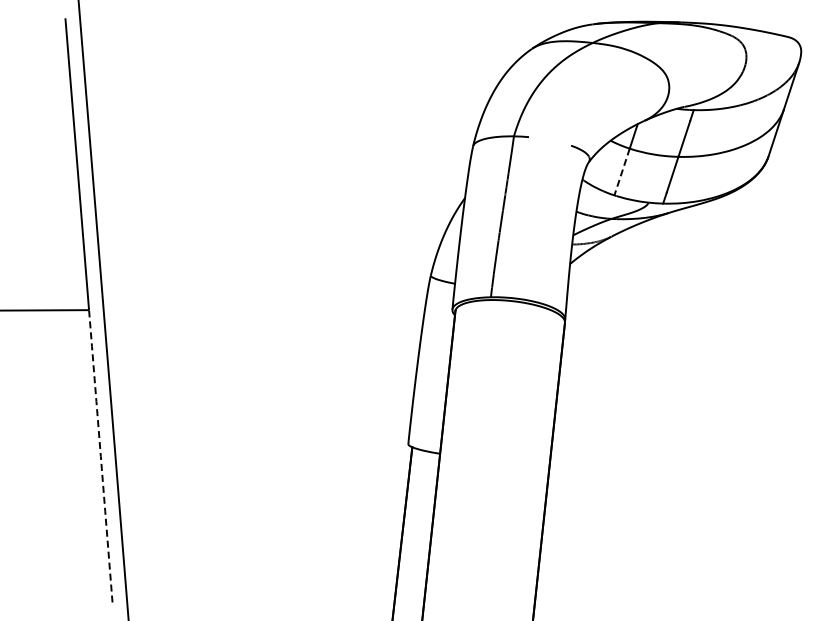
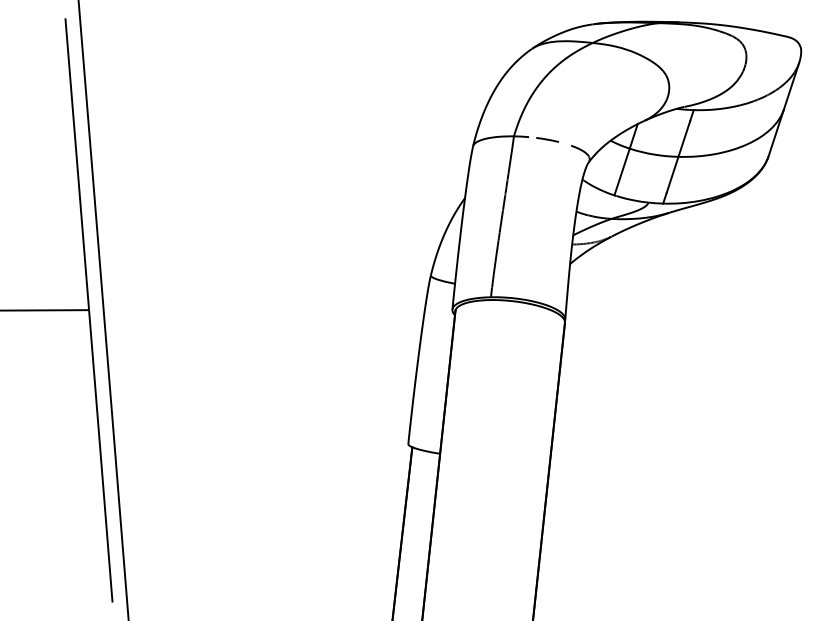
line at (547, 139): none -> present
line at (622, 172): dashed -> solid
arc at (100, 456): dashed -> solid
